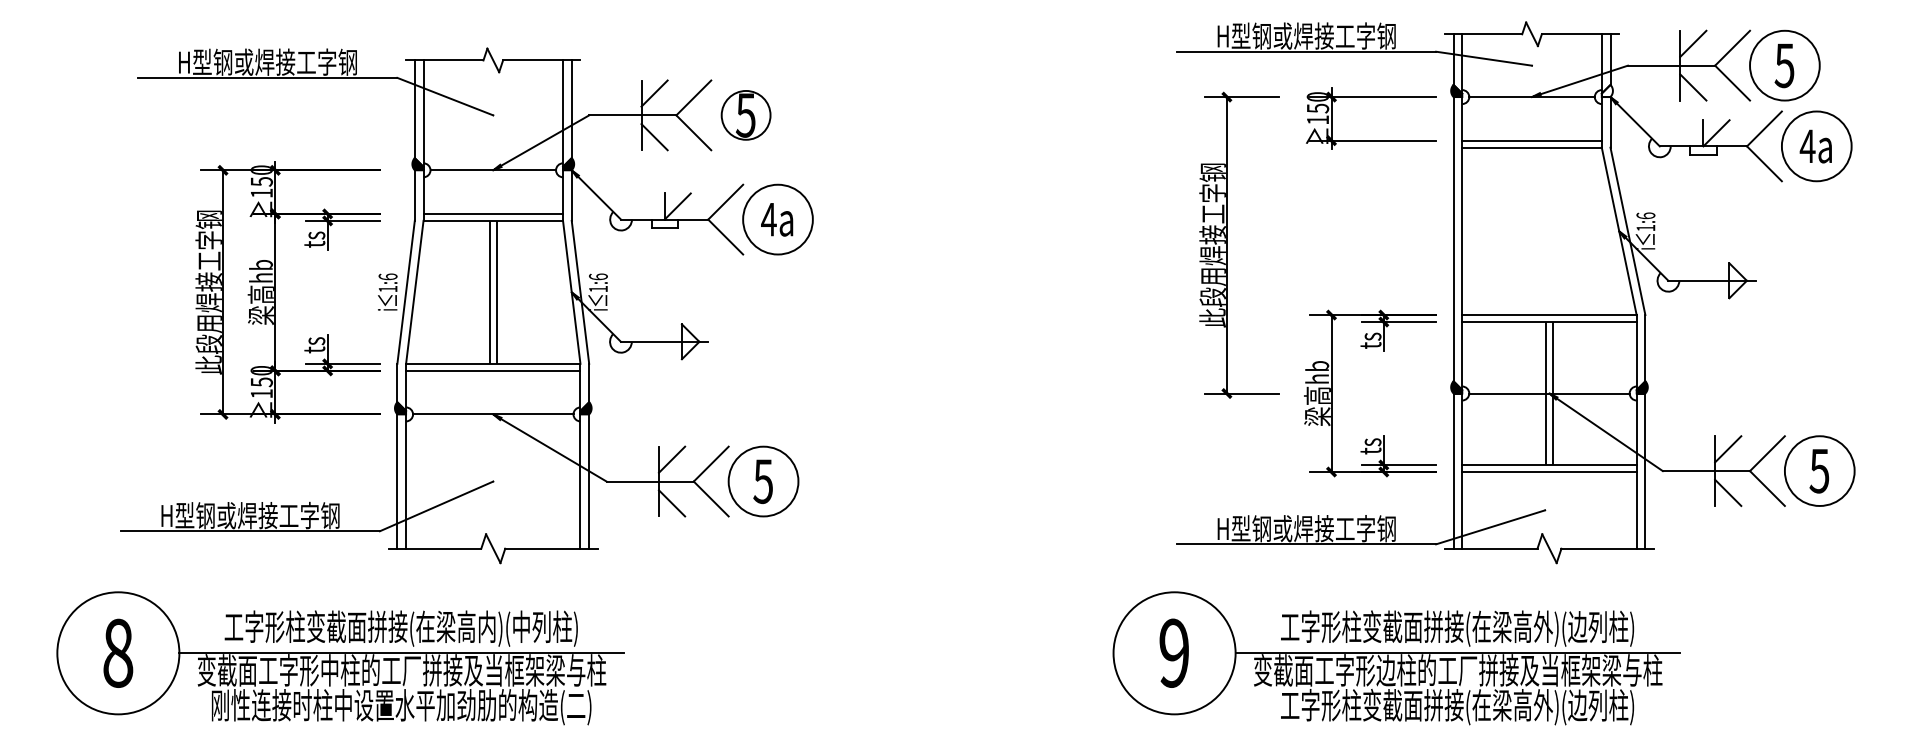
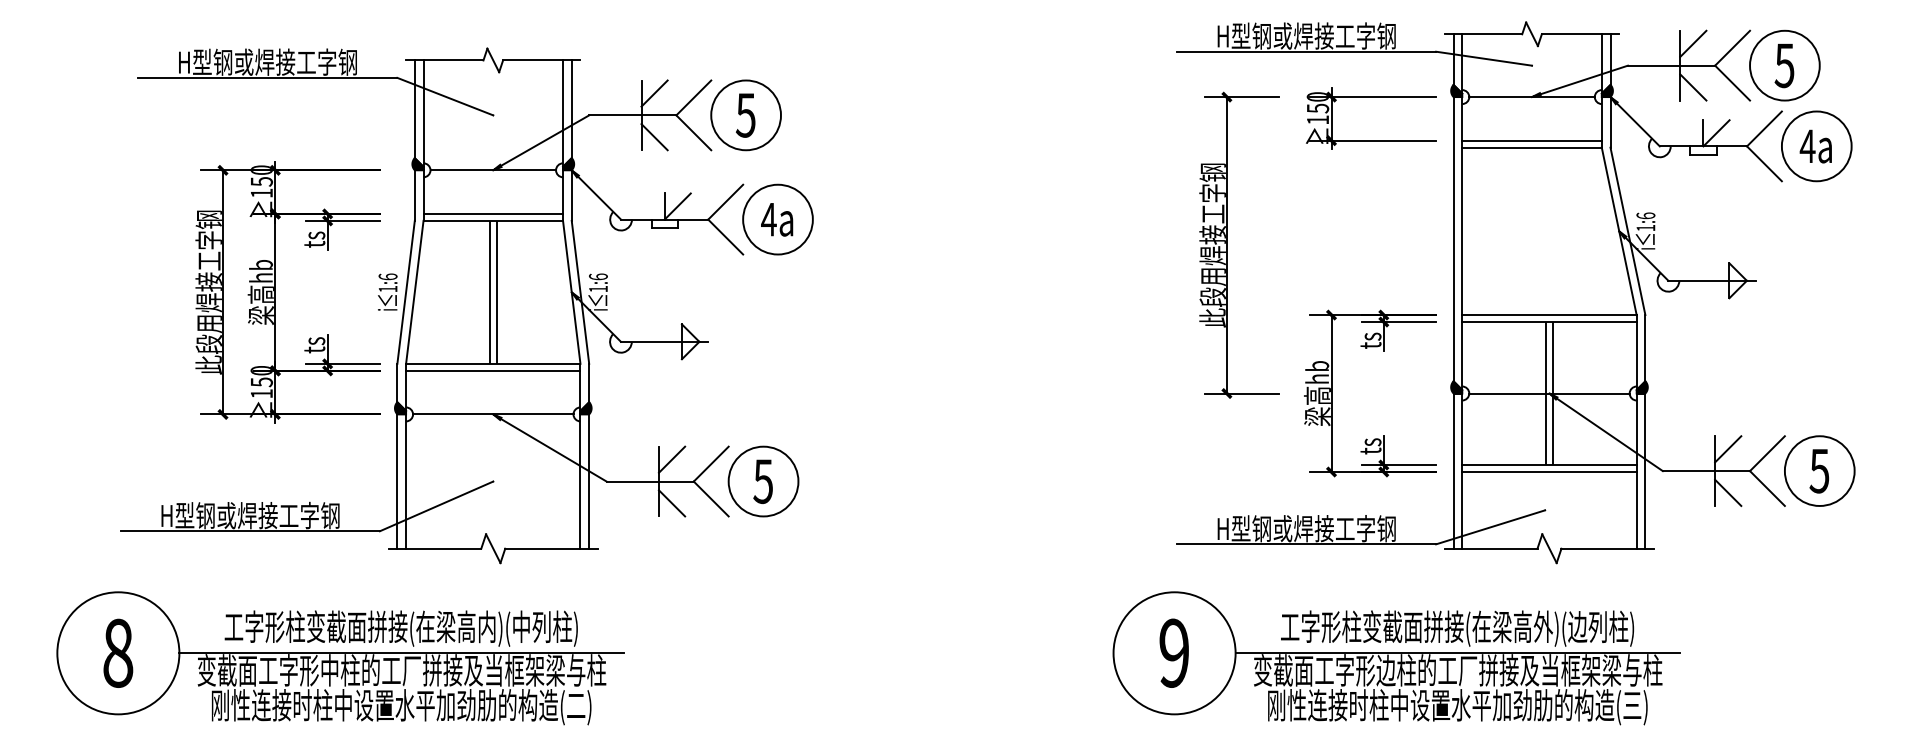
fill at (1606, 90): none -> present
circle at (745, 114) diameter: 49 px -> 70 px
text at (1457, 706): 工字形柱变截面拼接(在梁高外)(边列柱) -> 刚性连接时柱中设置水平加劲肋的构造(三)
